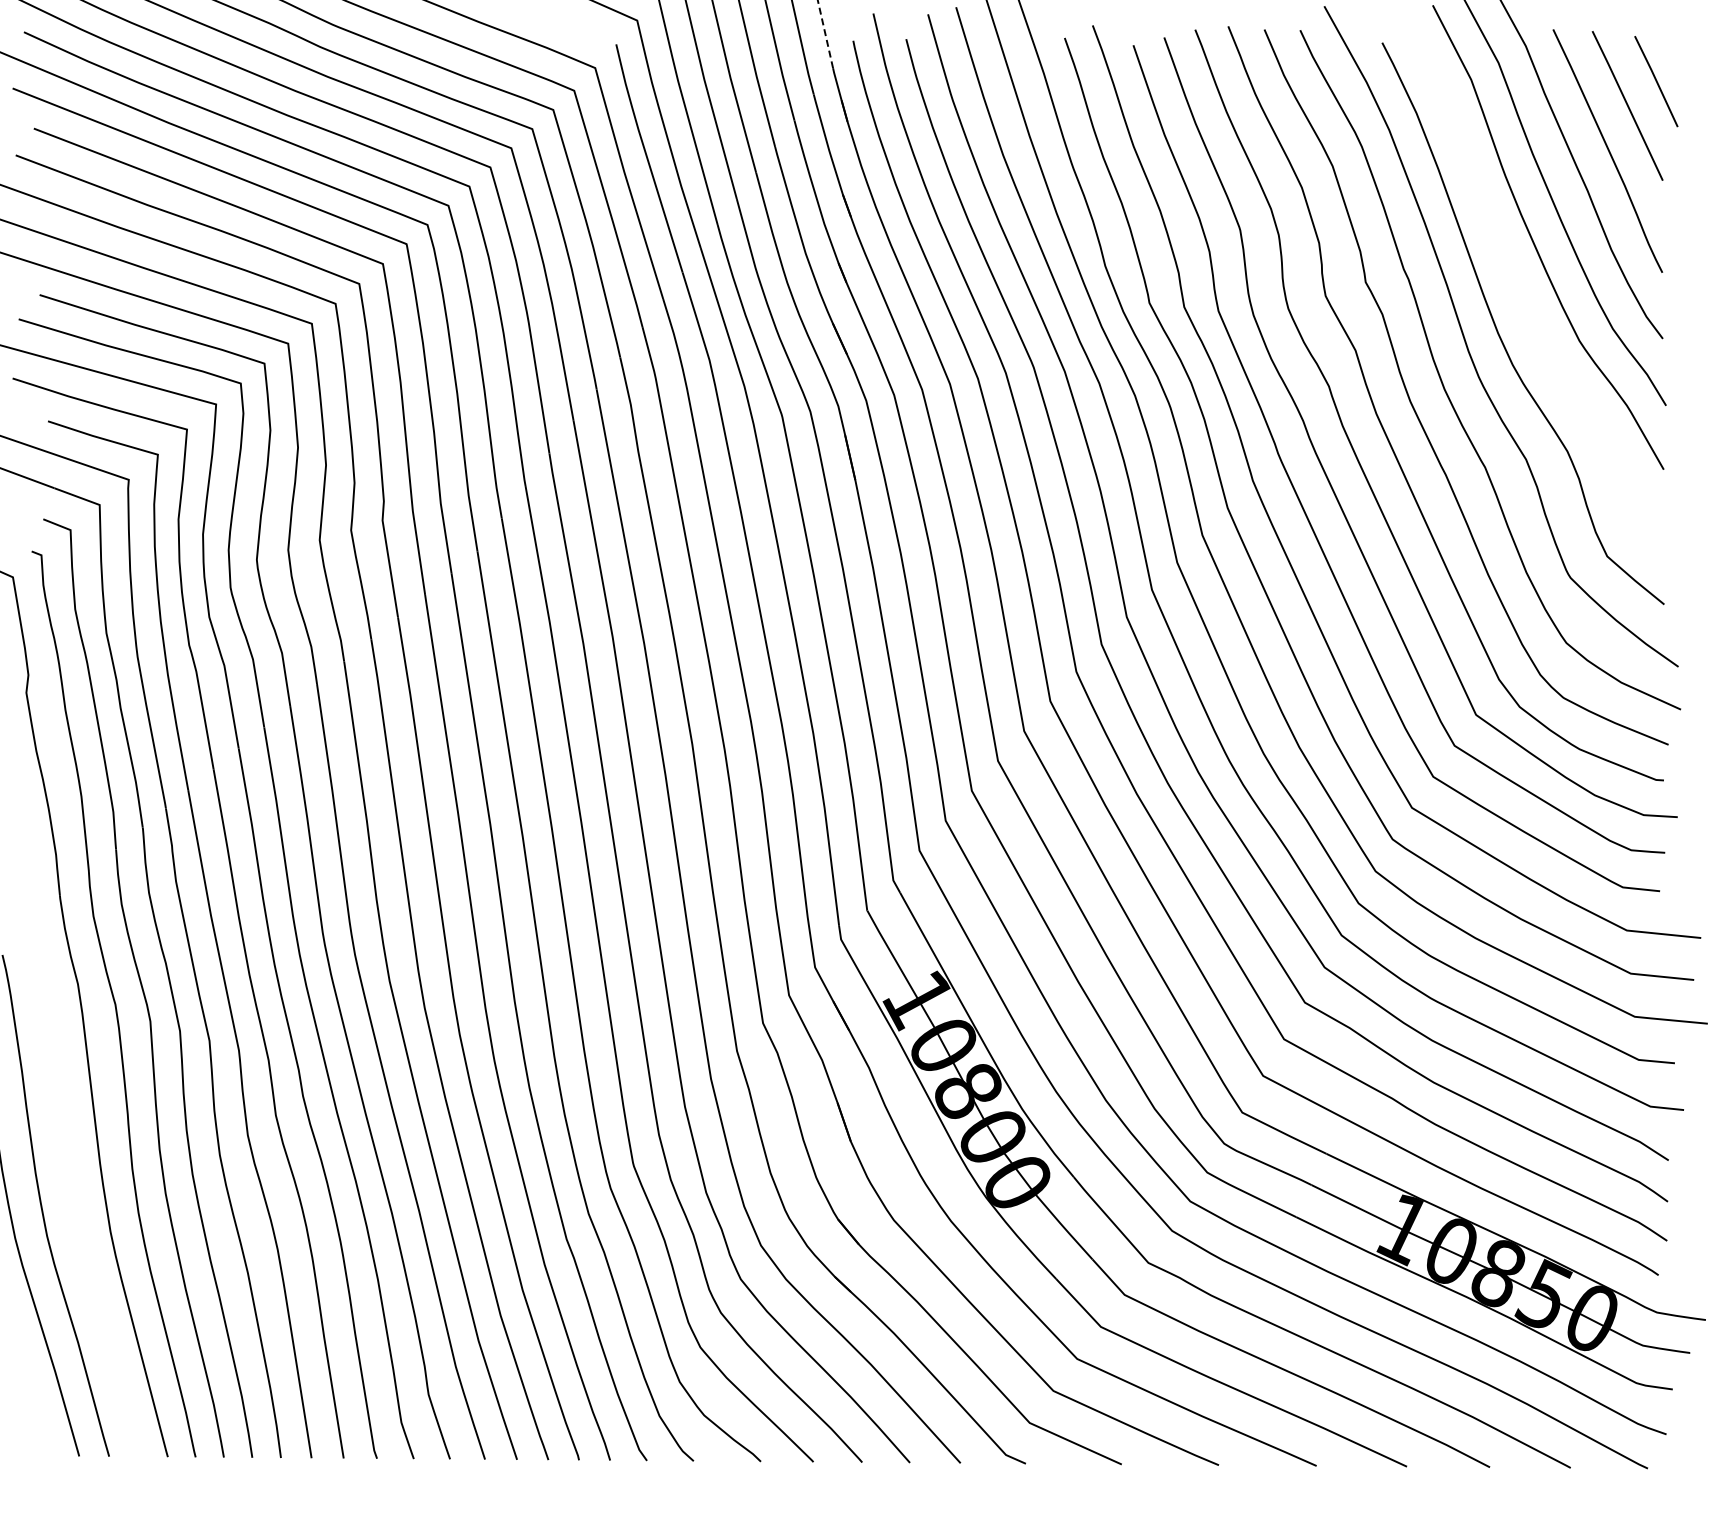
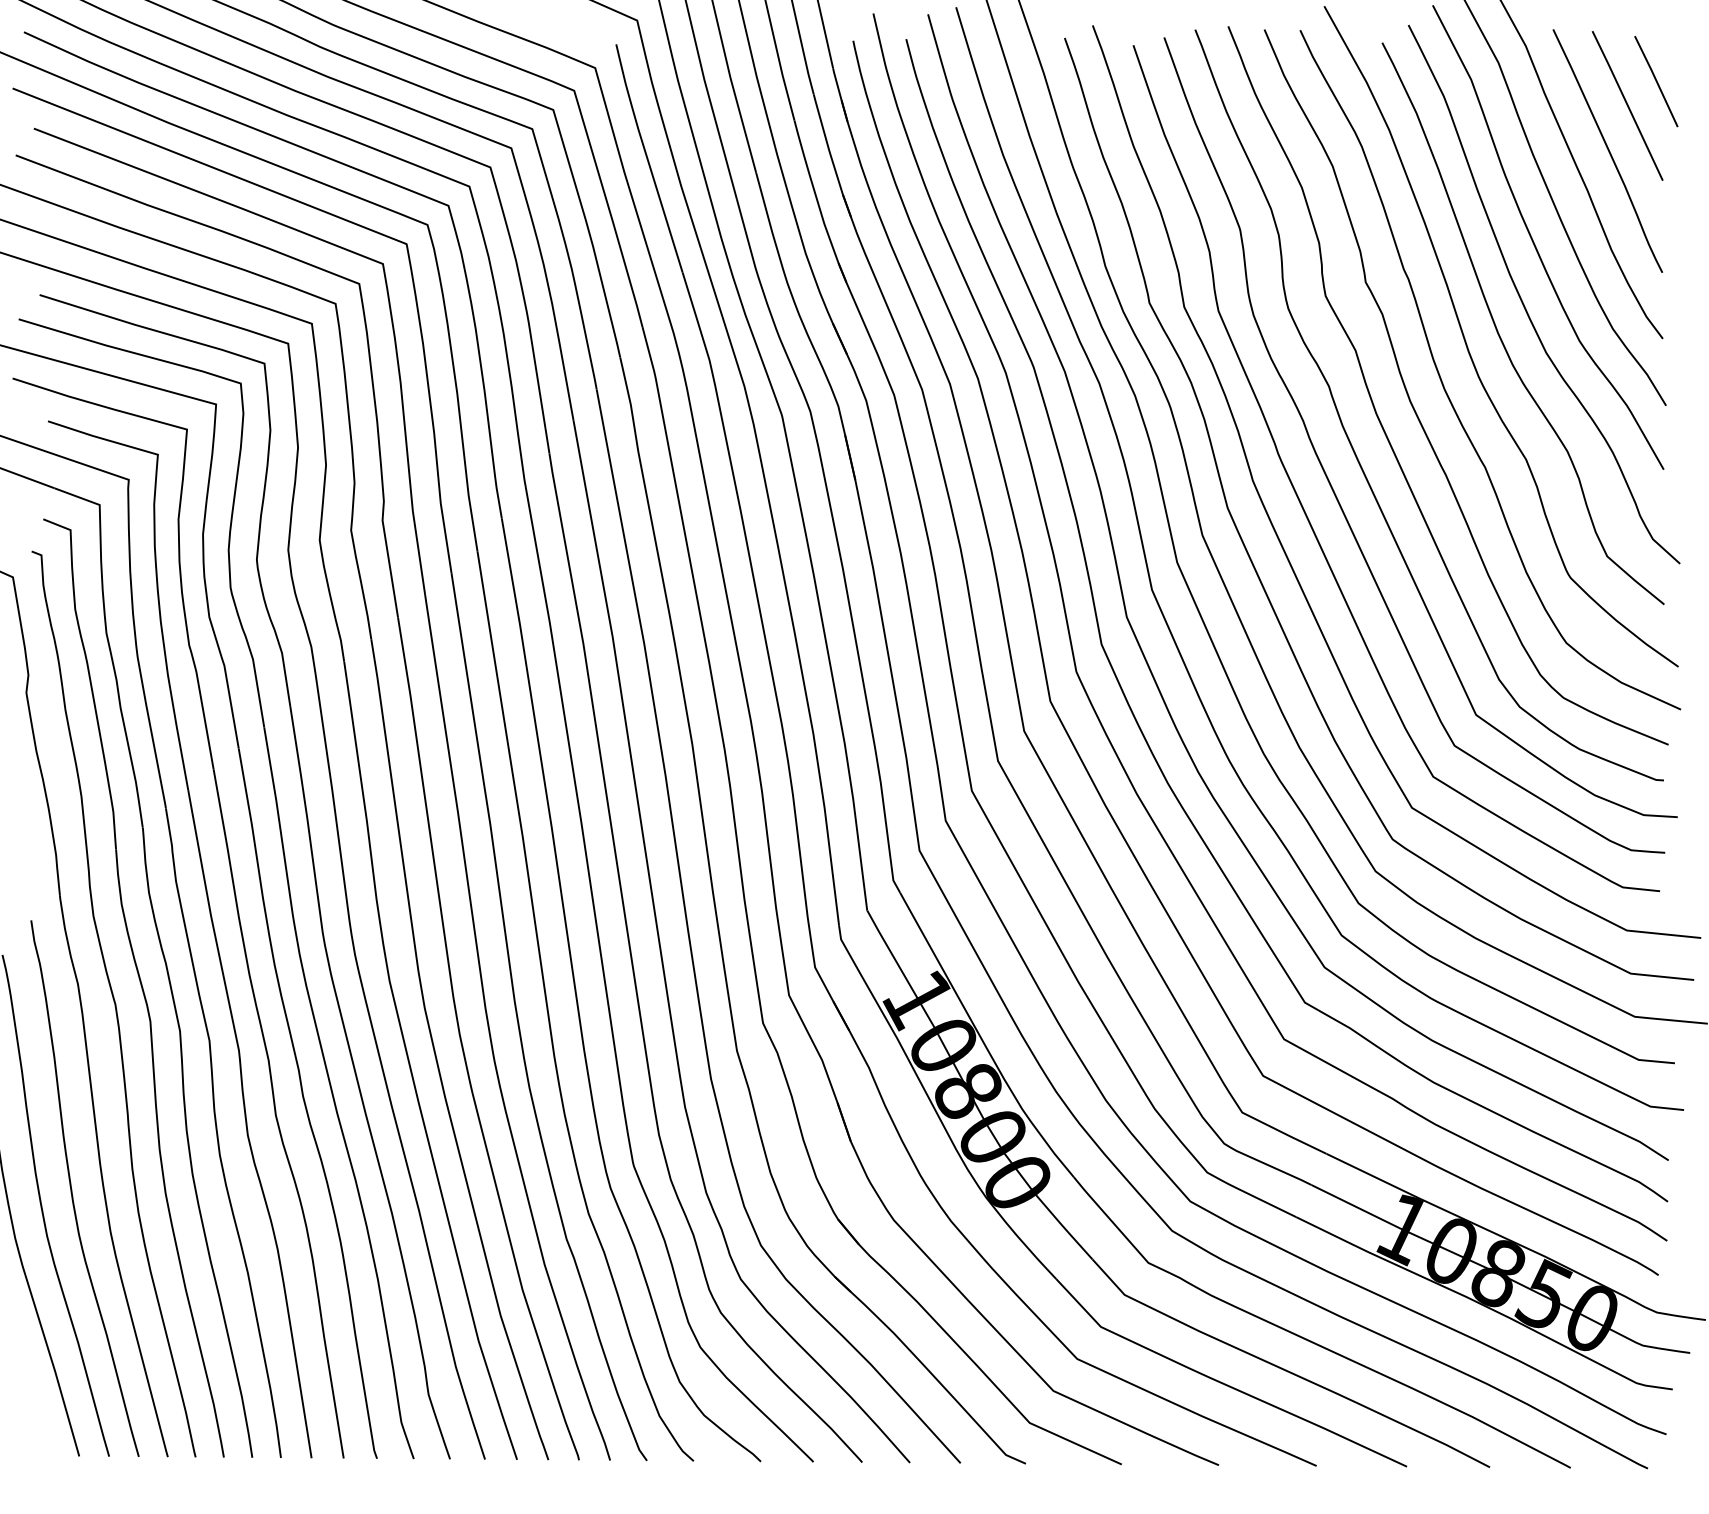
line at (825, 34): dashed -> solid
curve at (1524, 304): none -> present
curve at (72, 1189): none -> present
